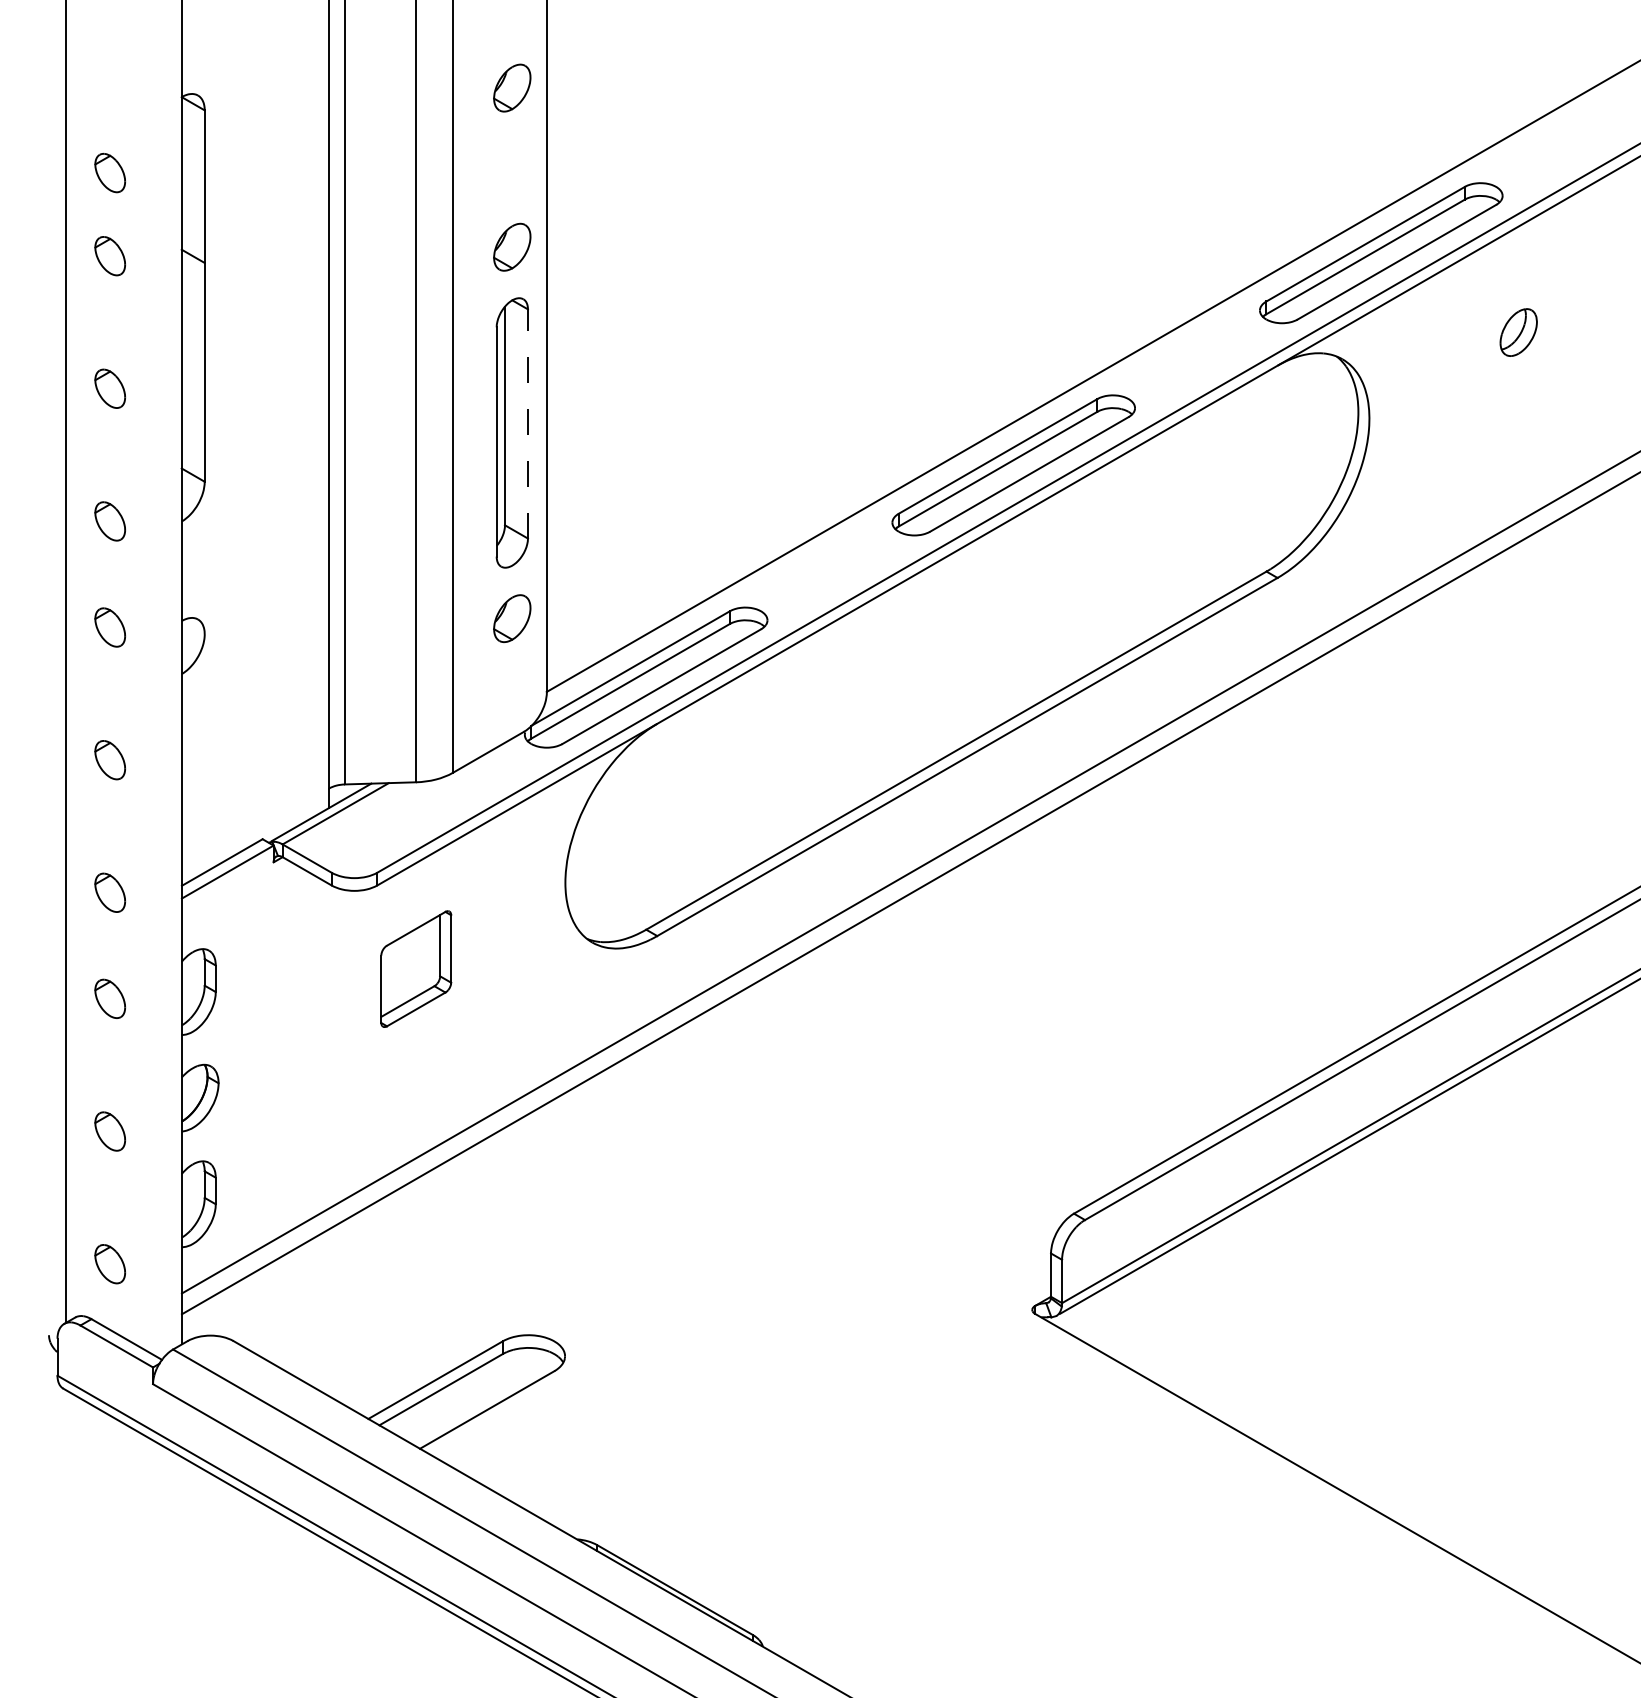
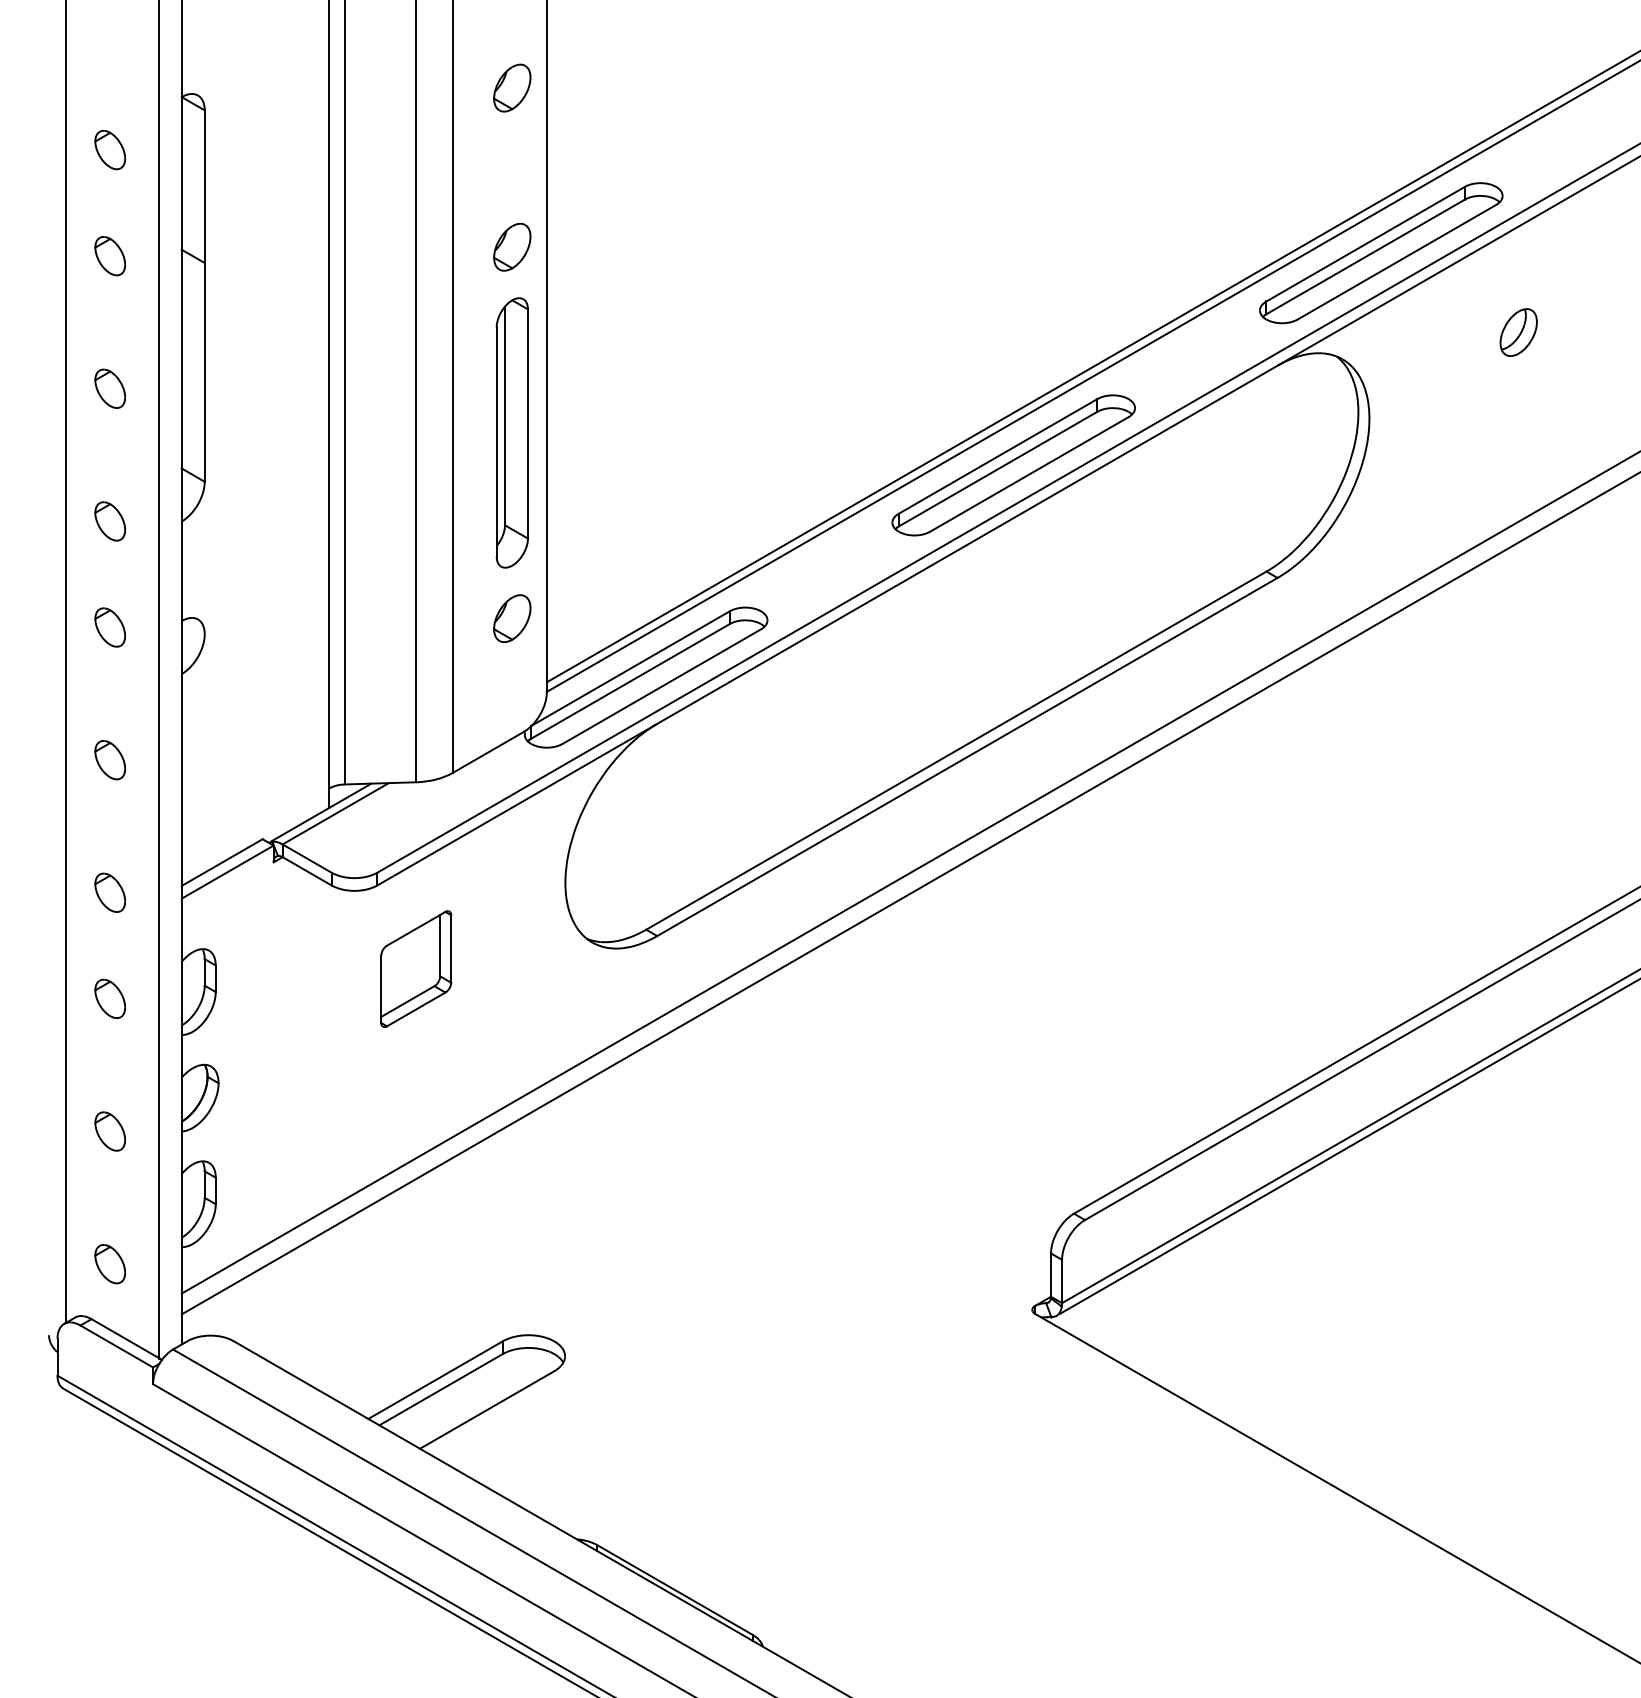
part at (109, 172) position: (109, 172) -> (109, 149)
line at (1091, 367): none -> present
line at (527, 423): dashed -> solid
line at (158, 680): none -> present
